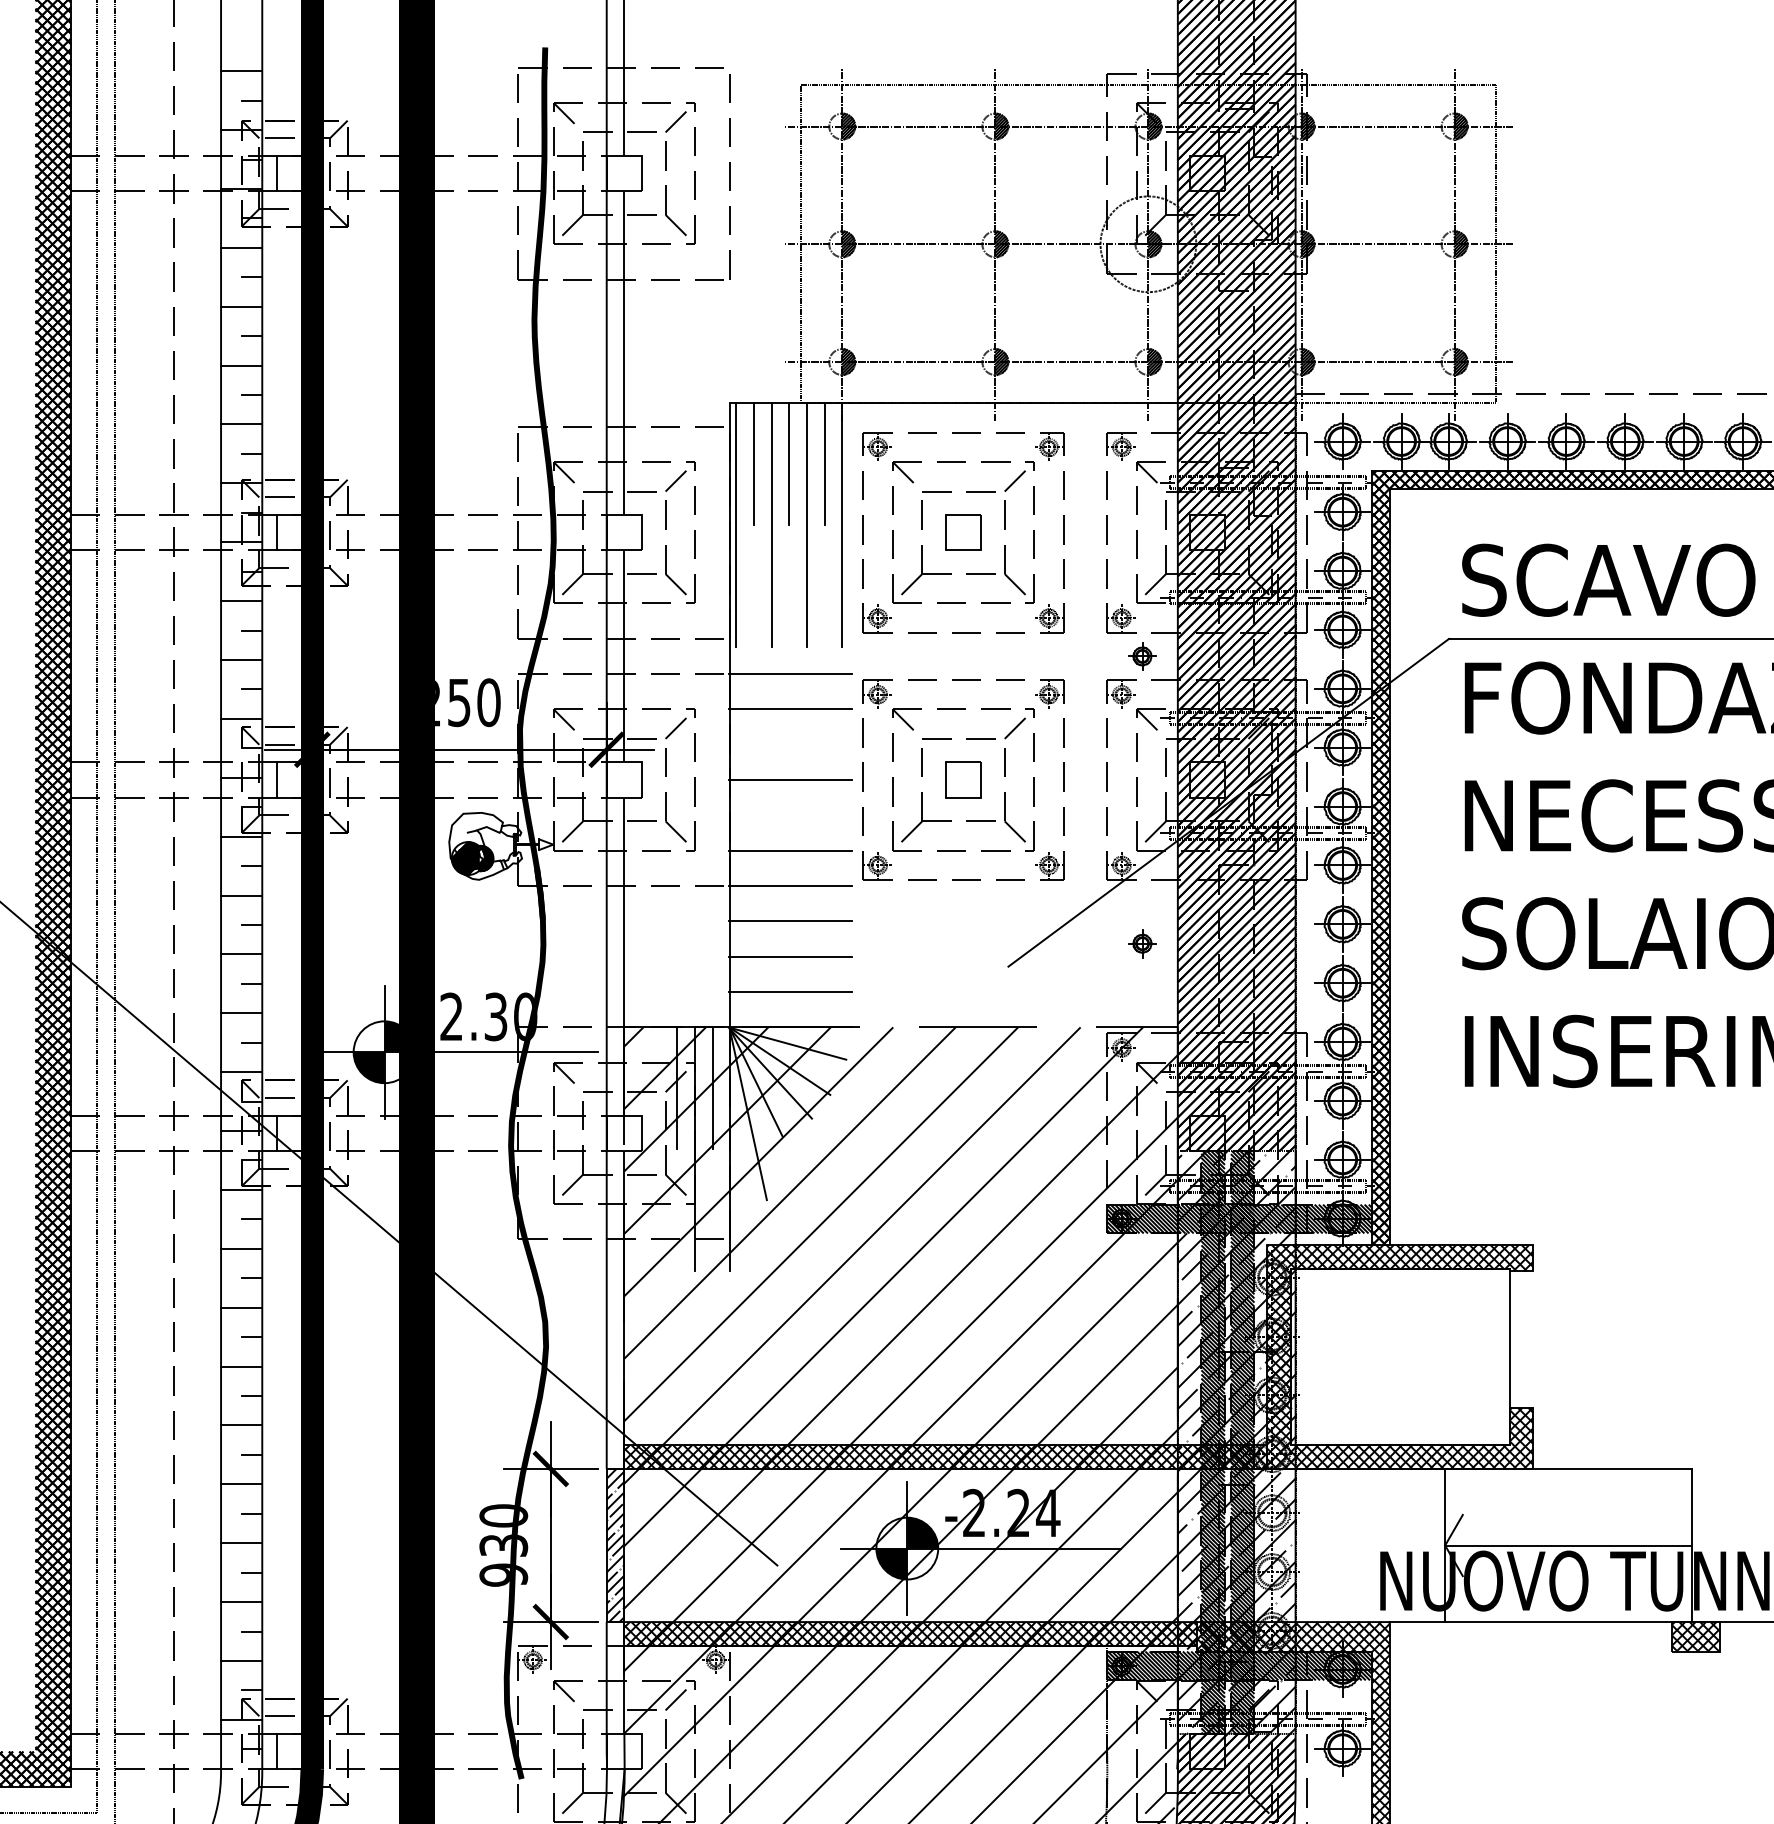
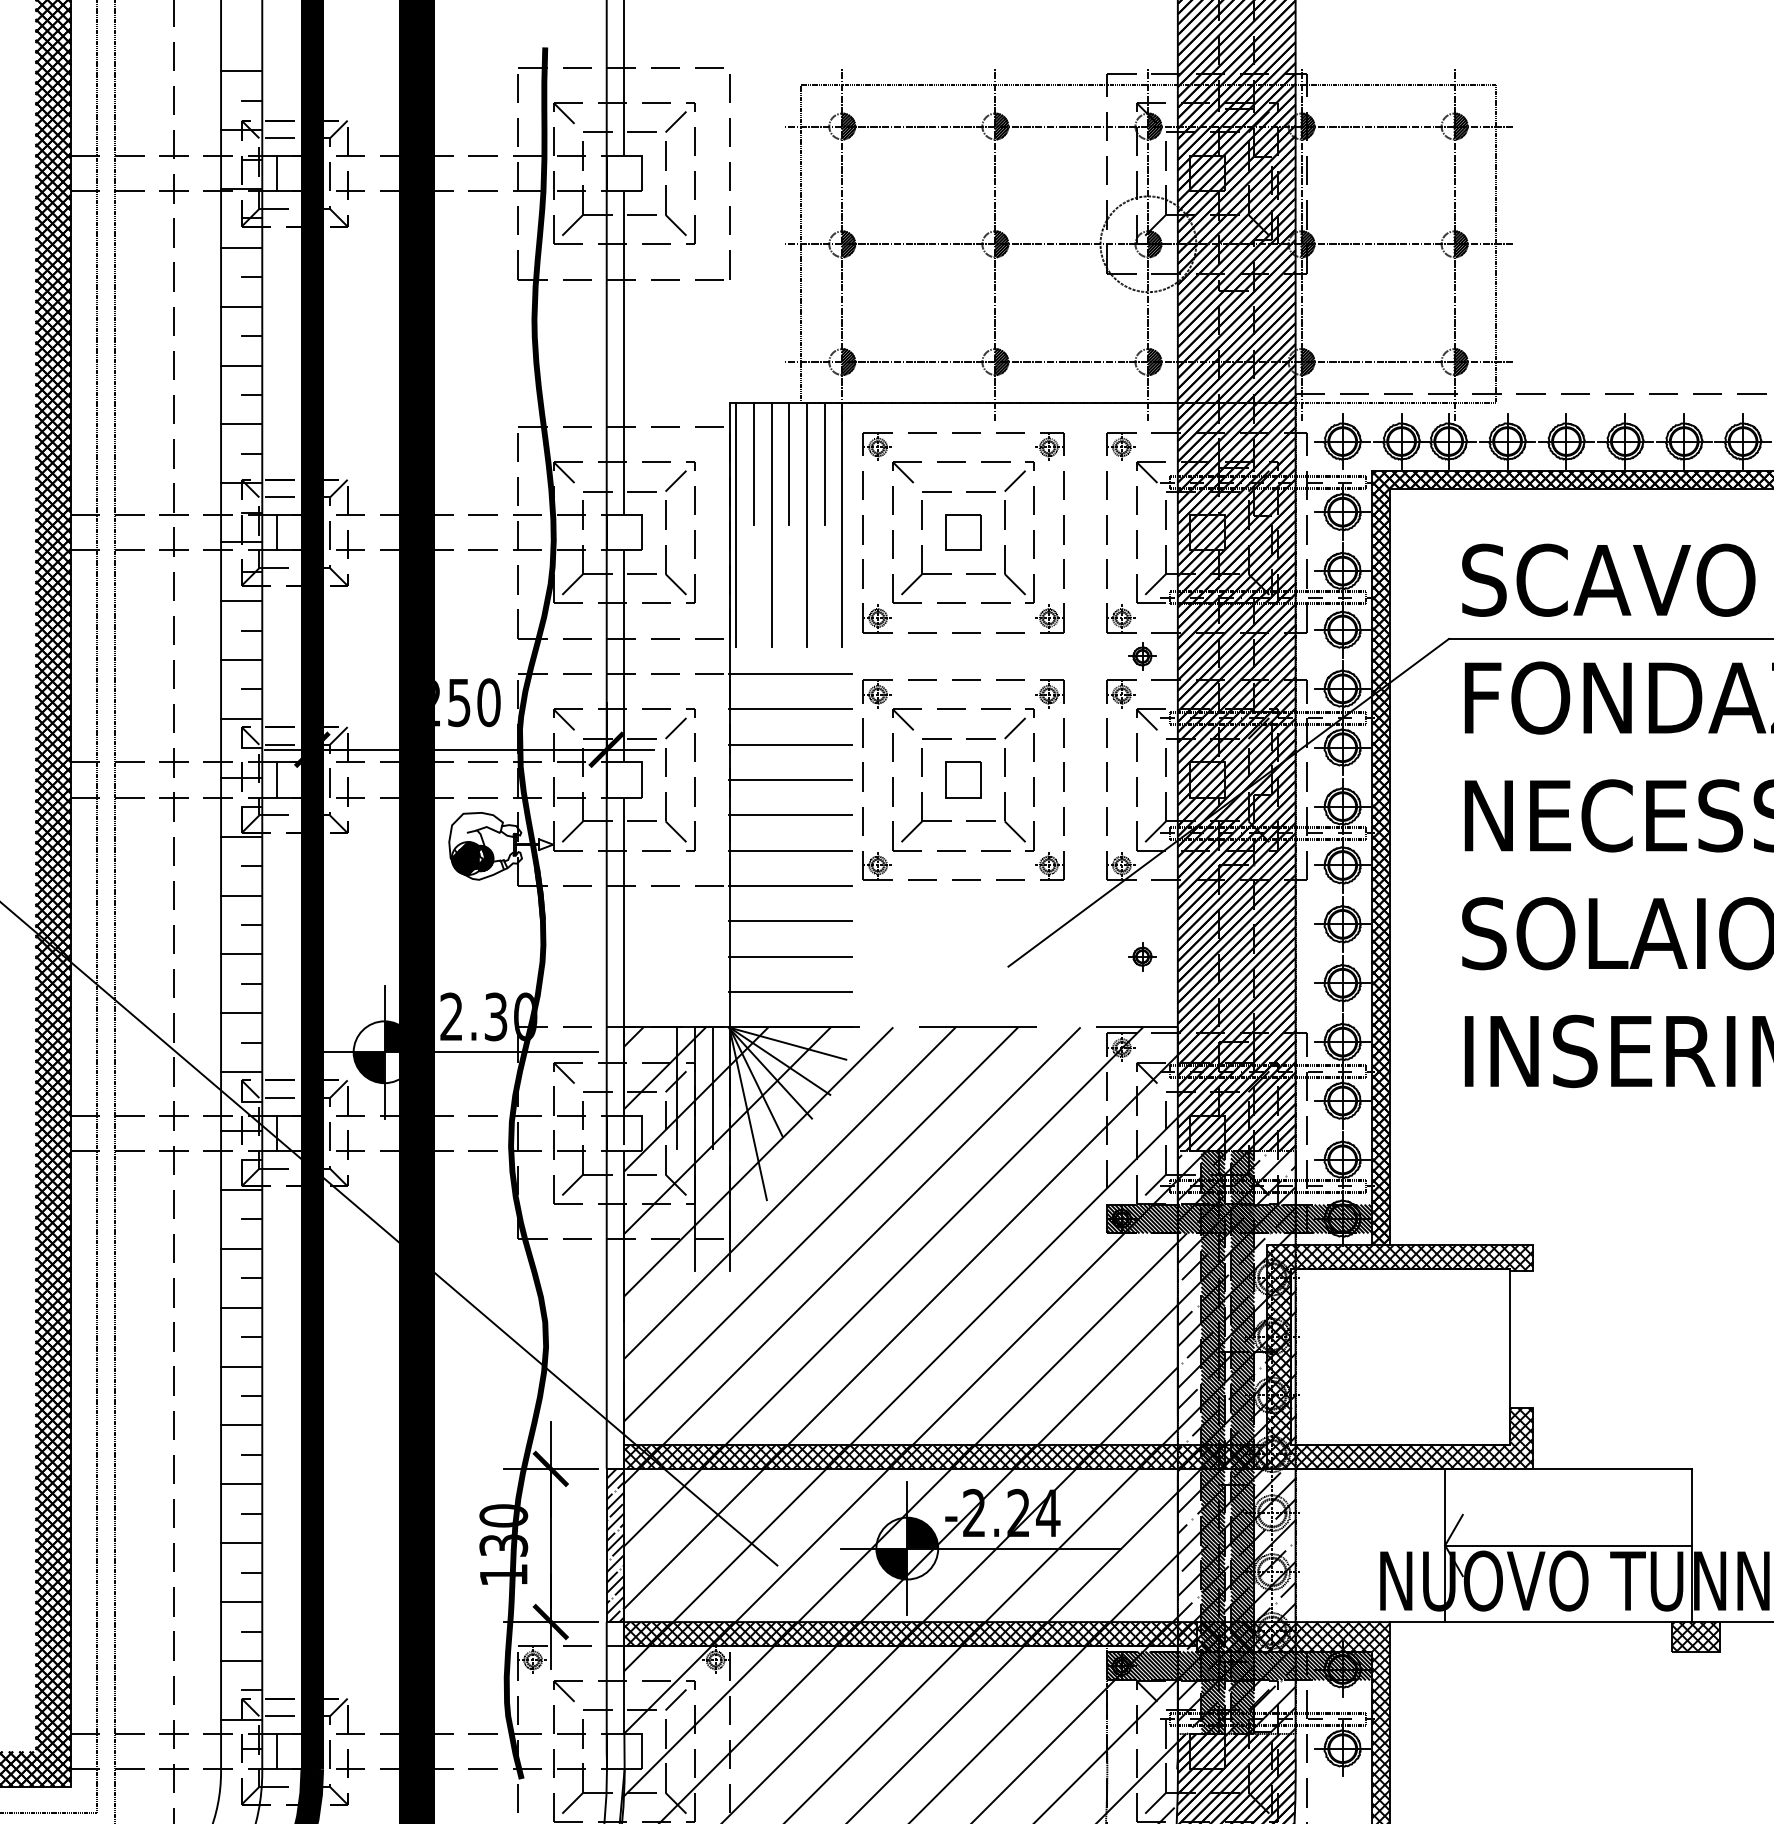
line at (790, 744): none -> present
line at (790, 815): none -> present
part at (1142, 943) position: (1142, 943) -> (1142, 956)
text at (503, 1574): 930 -> 130
